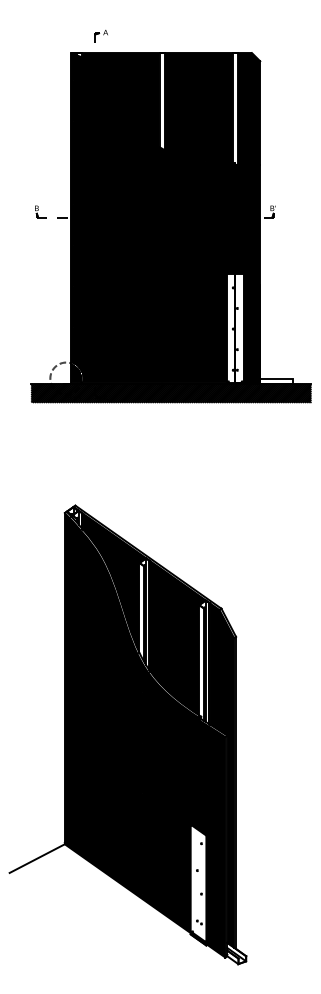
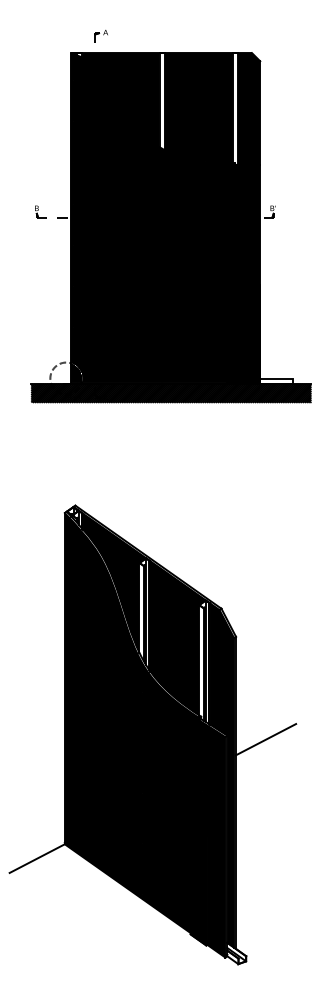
fill at (235, 329): none -> present
line at (265, 739): none -> present
fill at (198, 884): none -> present
